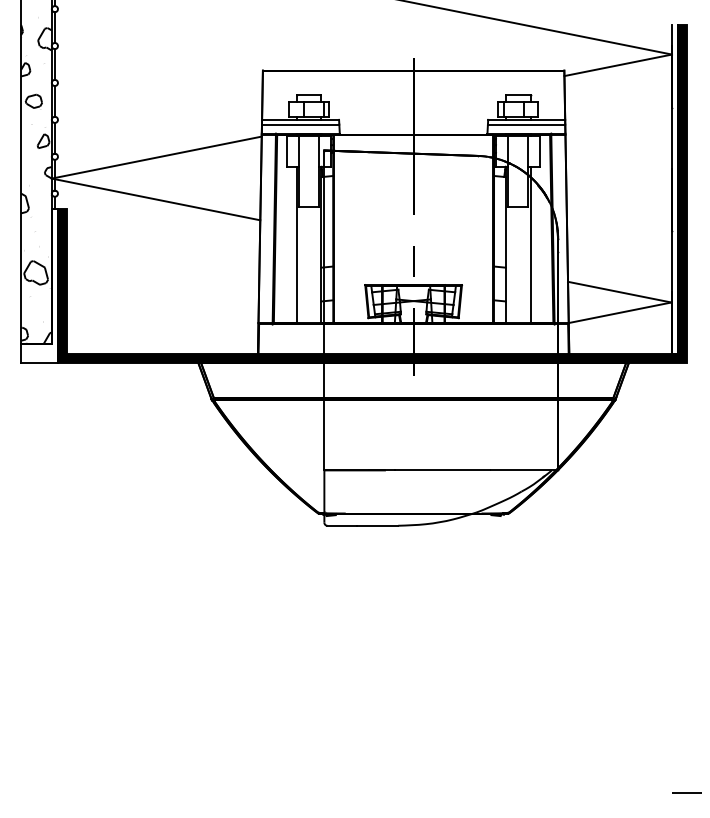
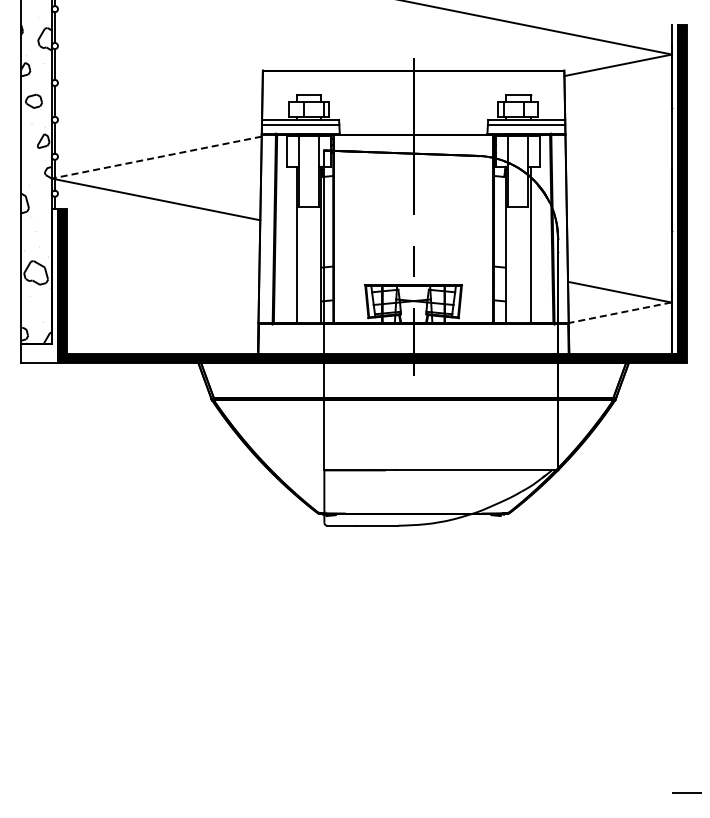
line at (156, 157): solid -> dashed
line at (619, 312): solid -> dashed
